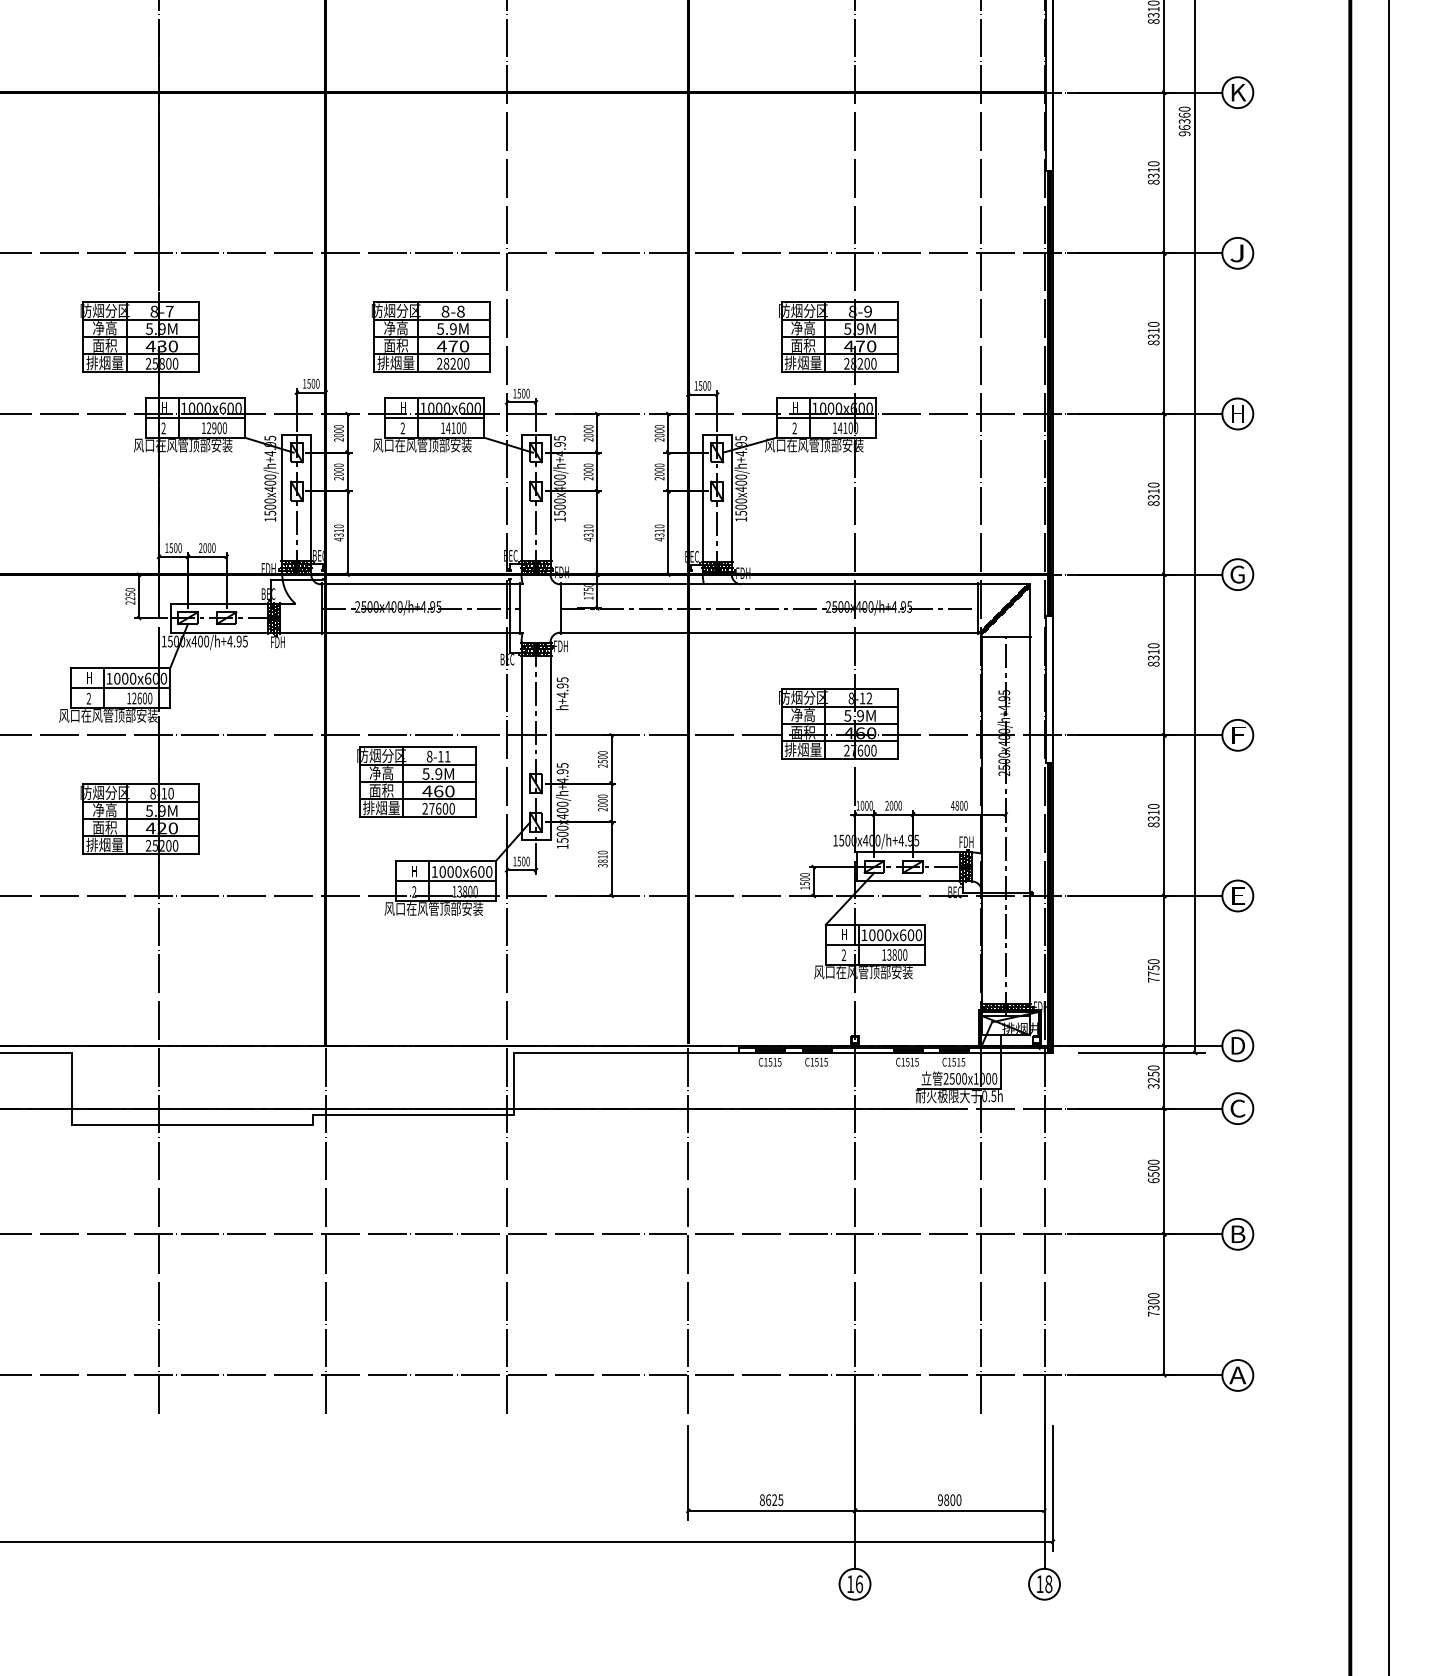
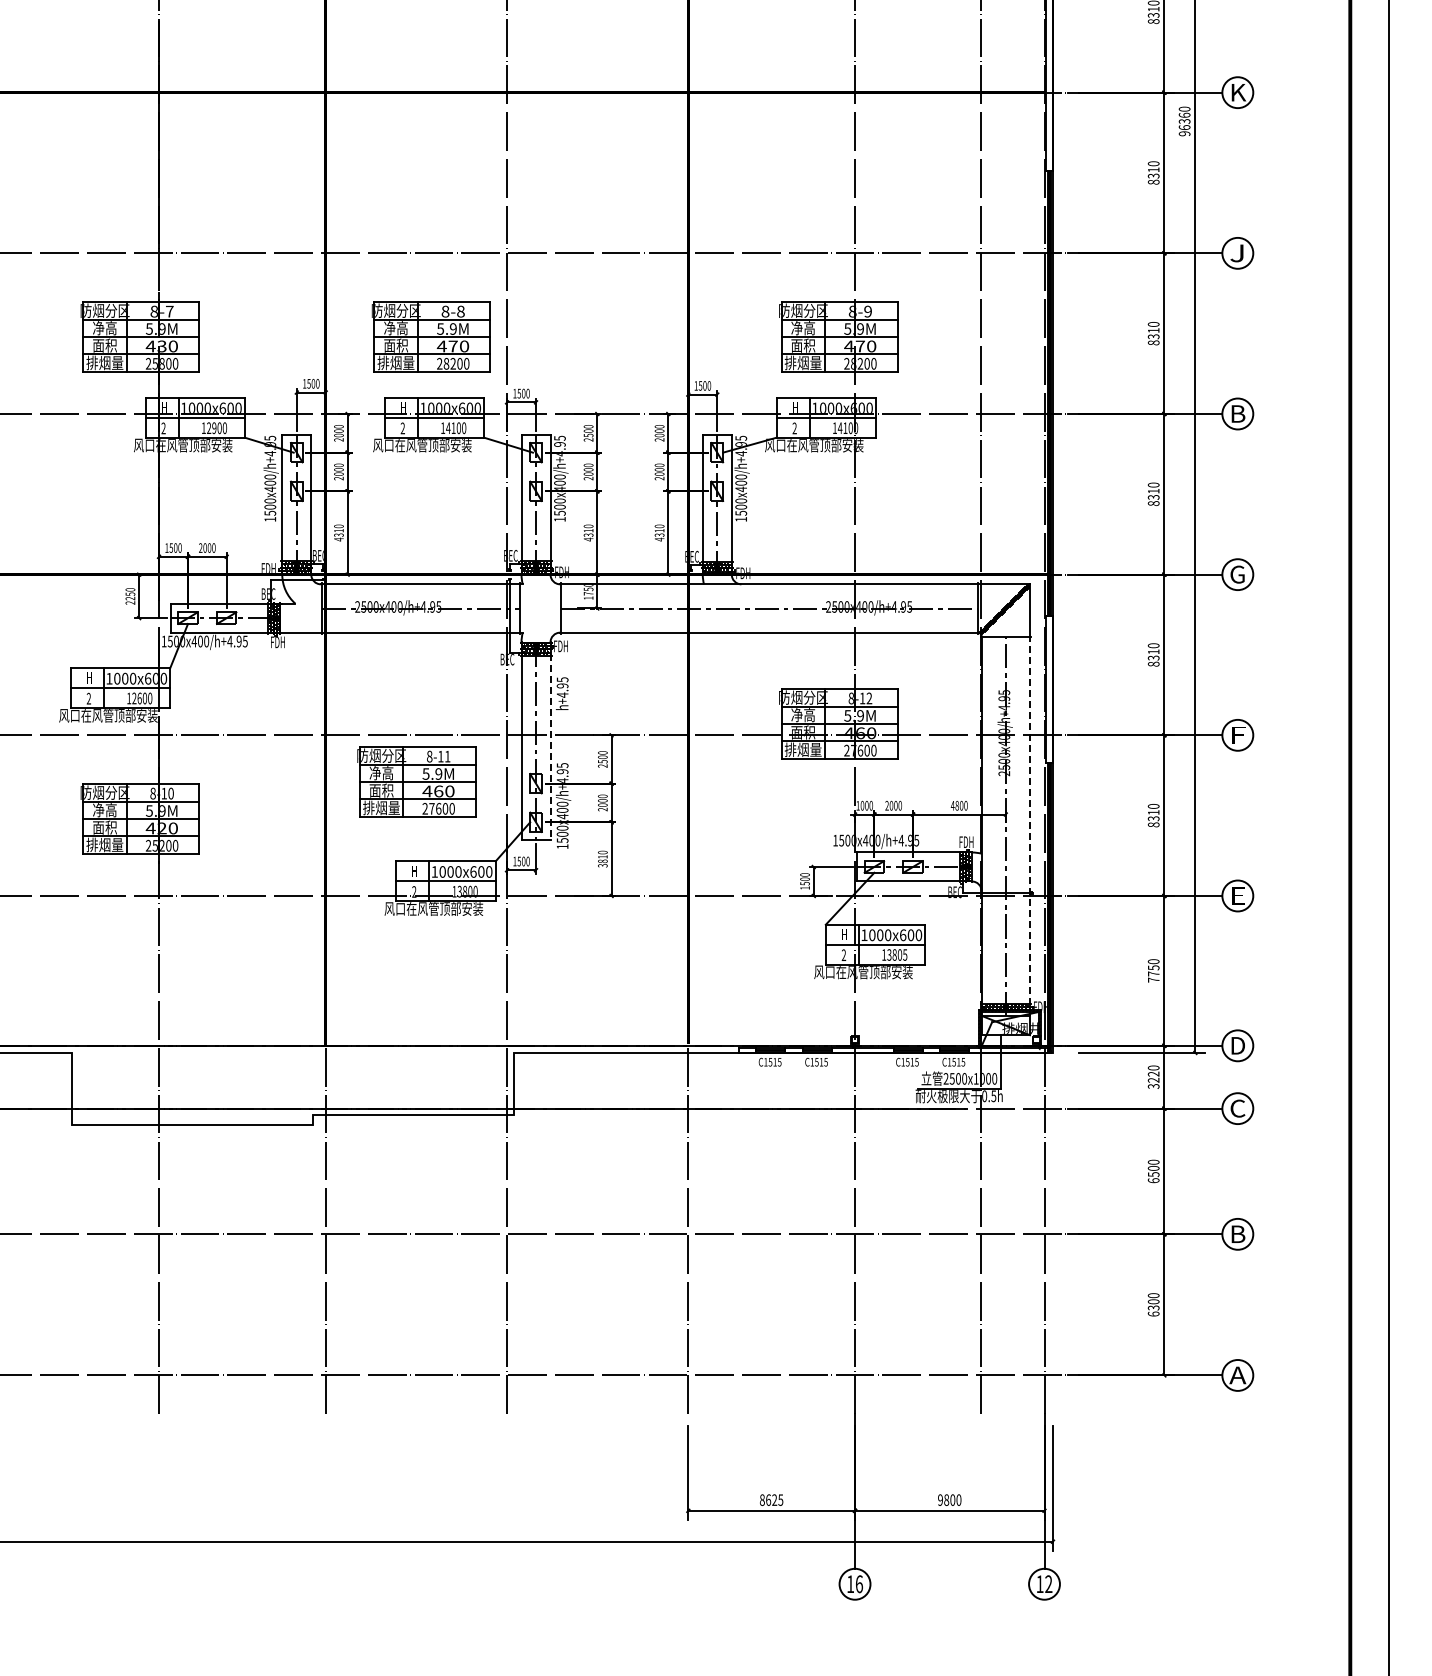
text at (1238, 413): H -> B
text at (588, 435): 2000 -> 2500
line at (550, 742): solid -> dashed
line at (1030, 826): solid -> dashed
text at (905, 954): 13800 -> 13805
text at (1153, 1073): 3250 -> 3220
text at (1153, 1313): 7300 -> 6300
text at (1048, 1584): 18 -> 12
